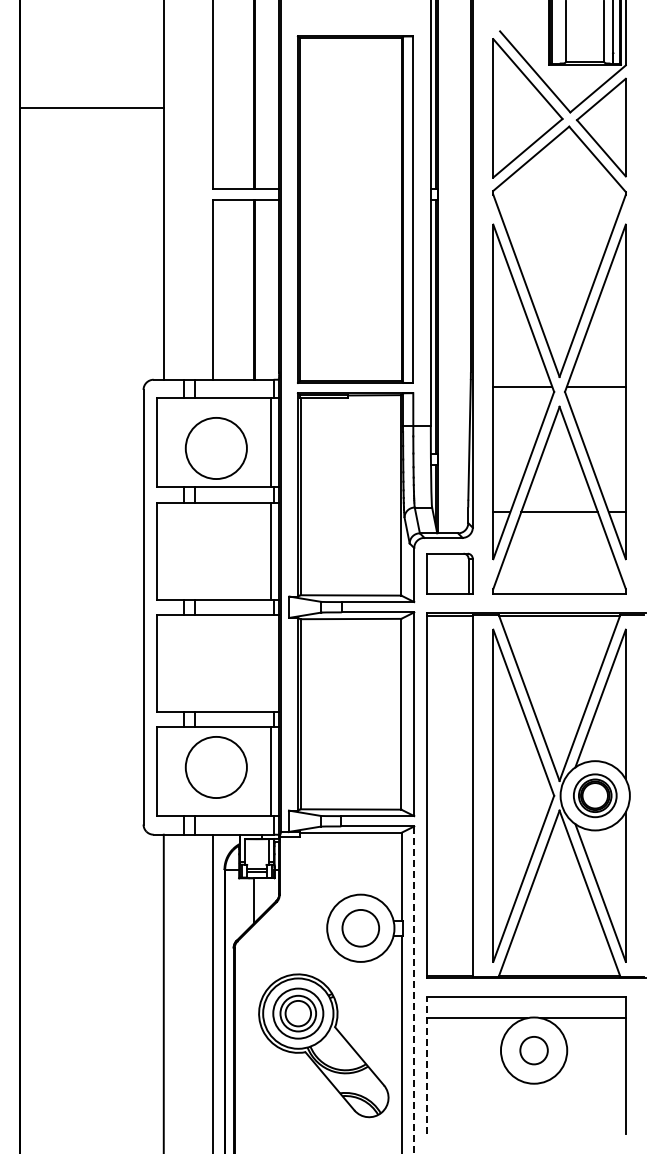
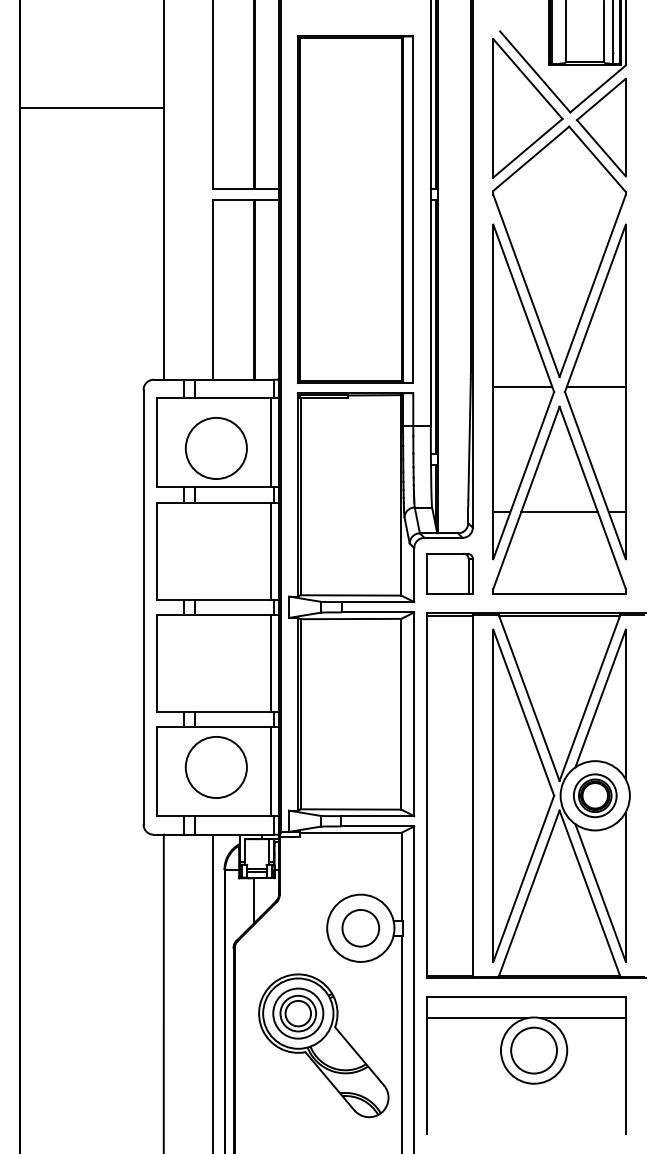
line at (270, 662): none -> present
line at (414, 990): dashed -> solid
circle at (533, 1050) diameter: 28 px -> 46 px
line at (427, 1065): dashed -> solid
